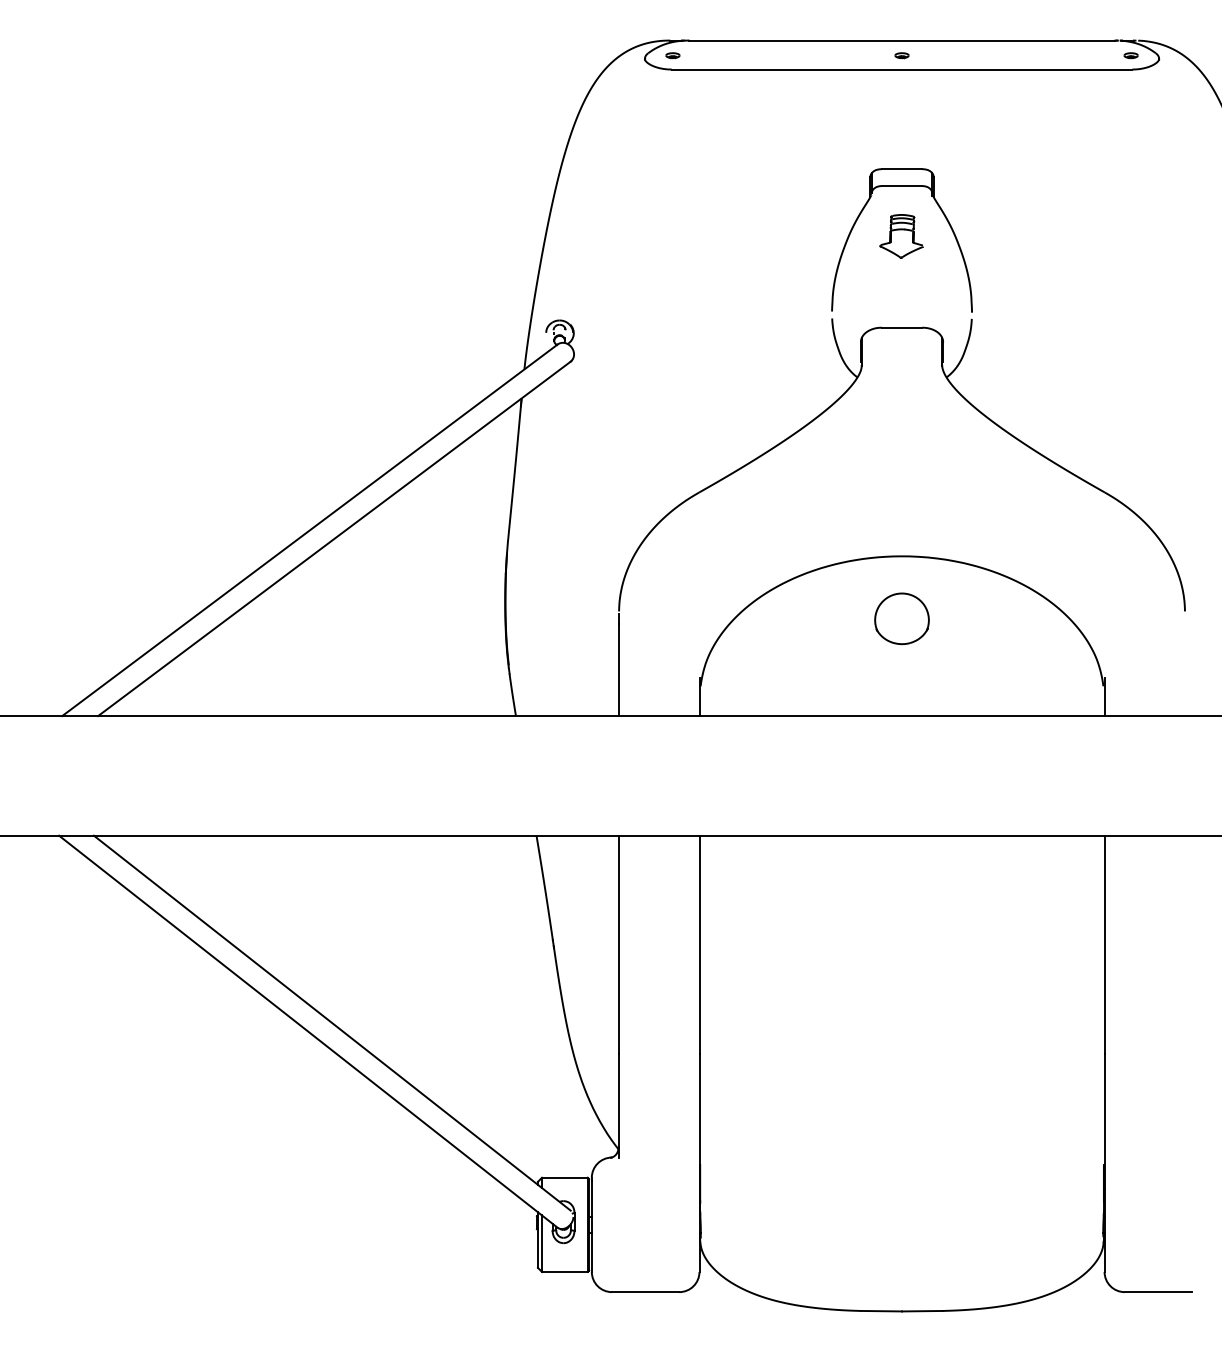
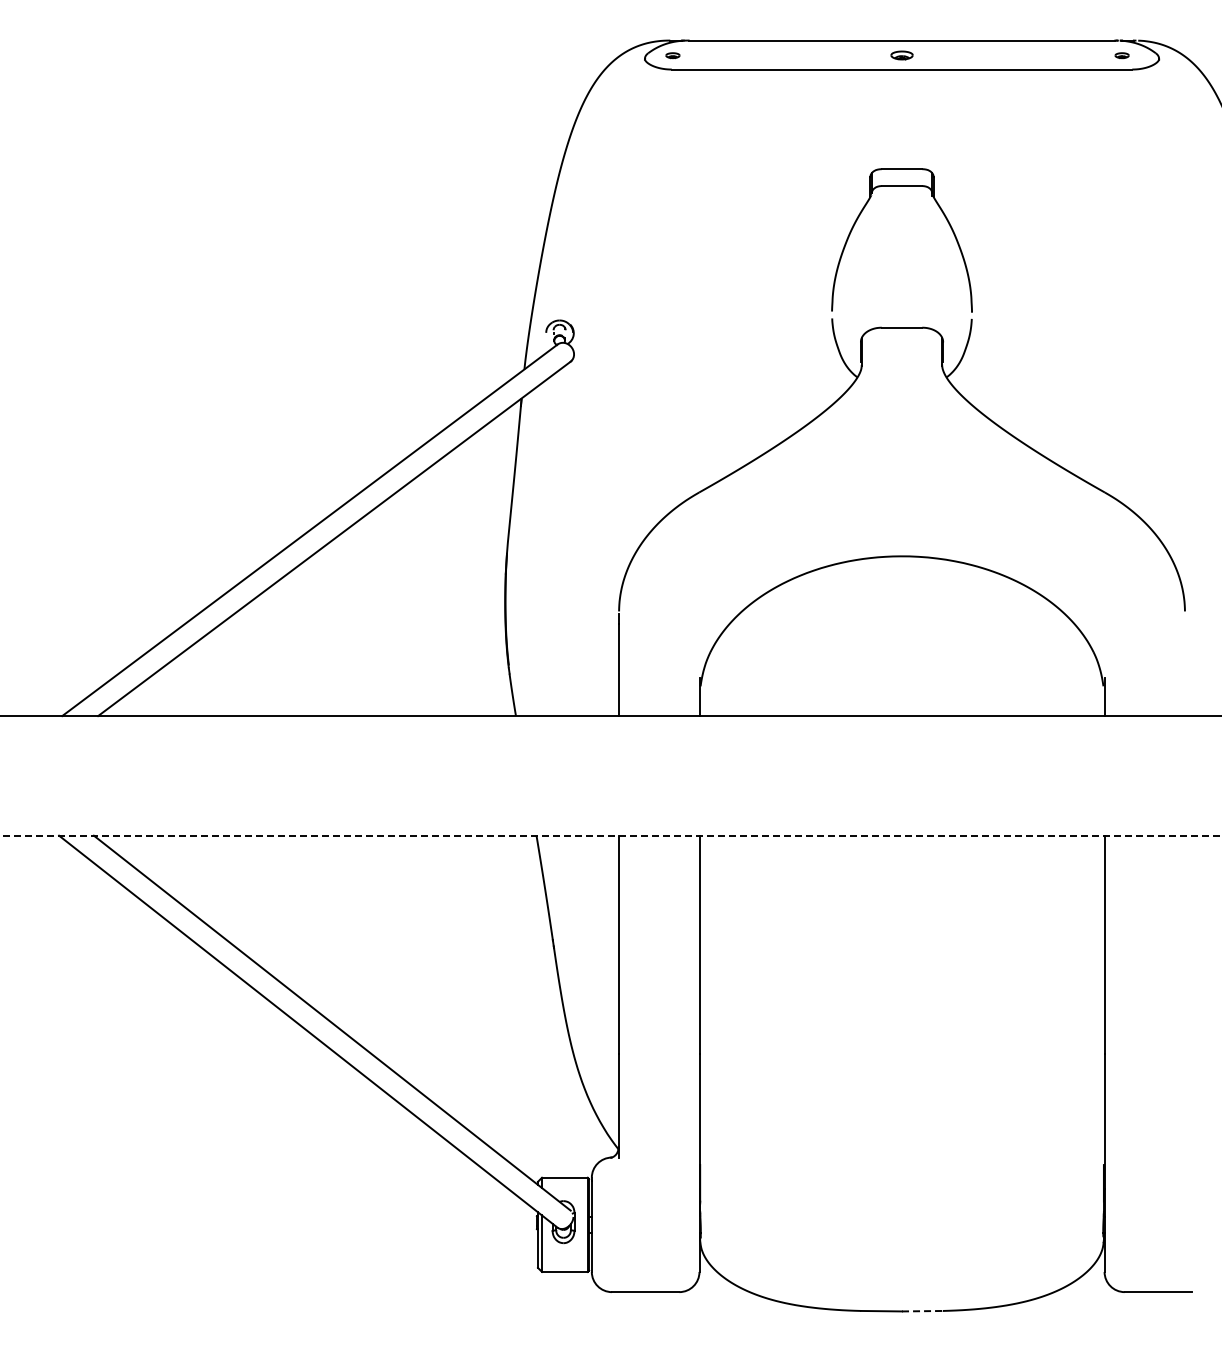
part at (901, 55) size: 16x8 px -> 24x11 px
part at (1130, 55) position: (1130, 55) -> (1121, 55)
part at (901, 236): present -> none
part at (901, 618): present -> none
line at (611, 835): solid -> dashed
line at (922, 1311): solid -> dashed
